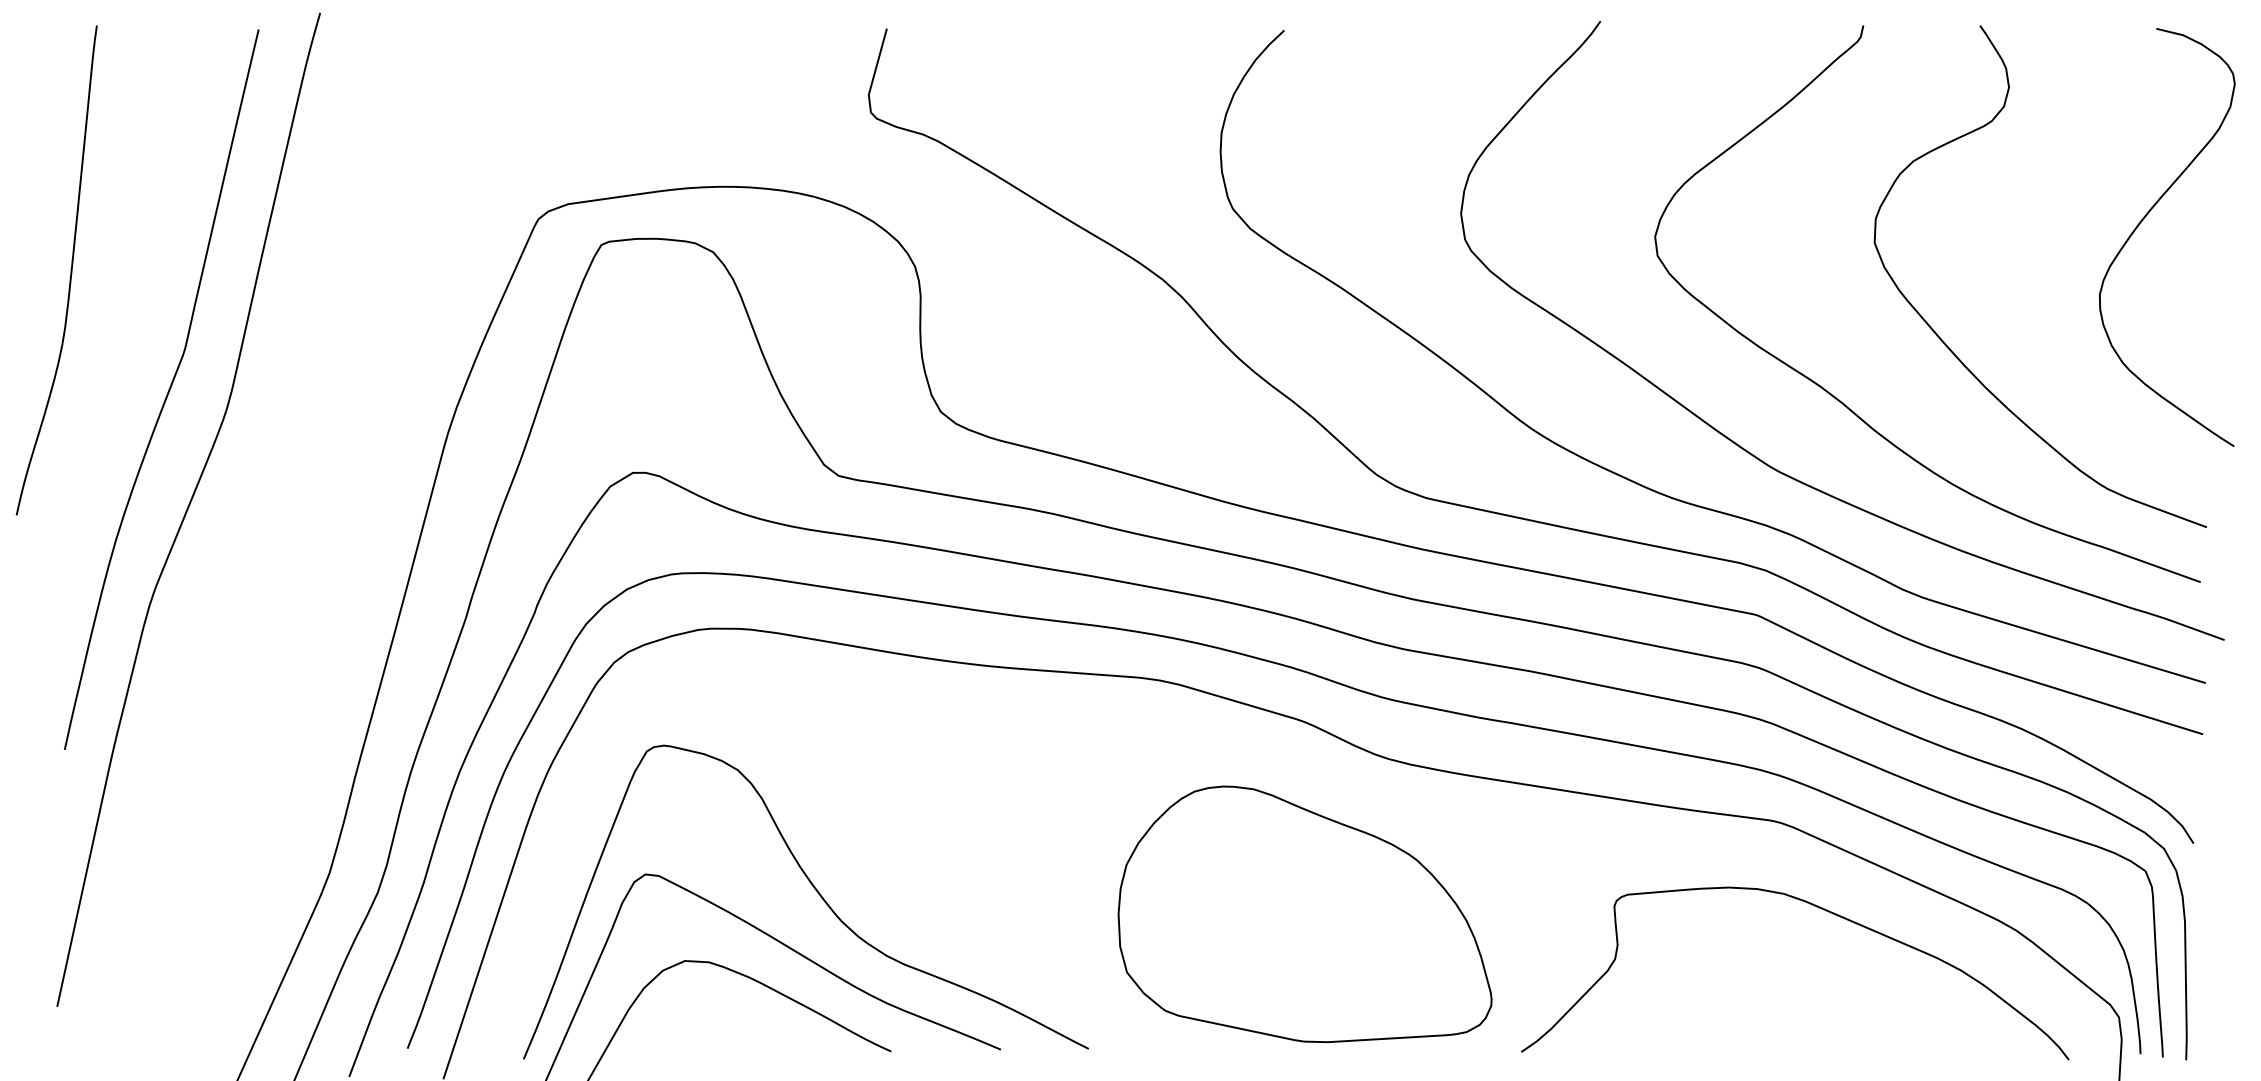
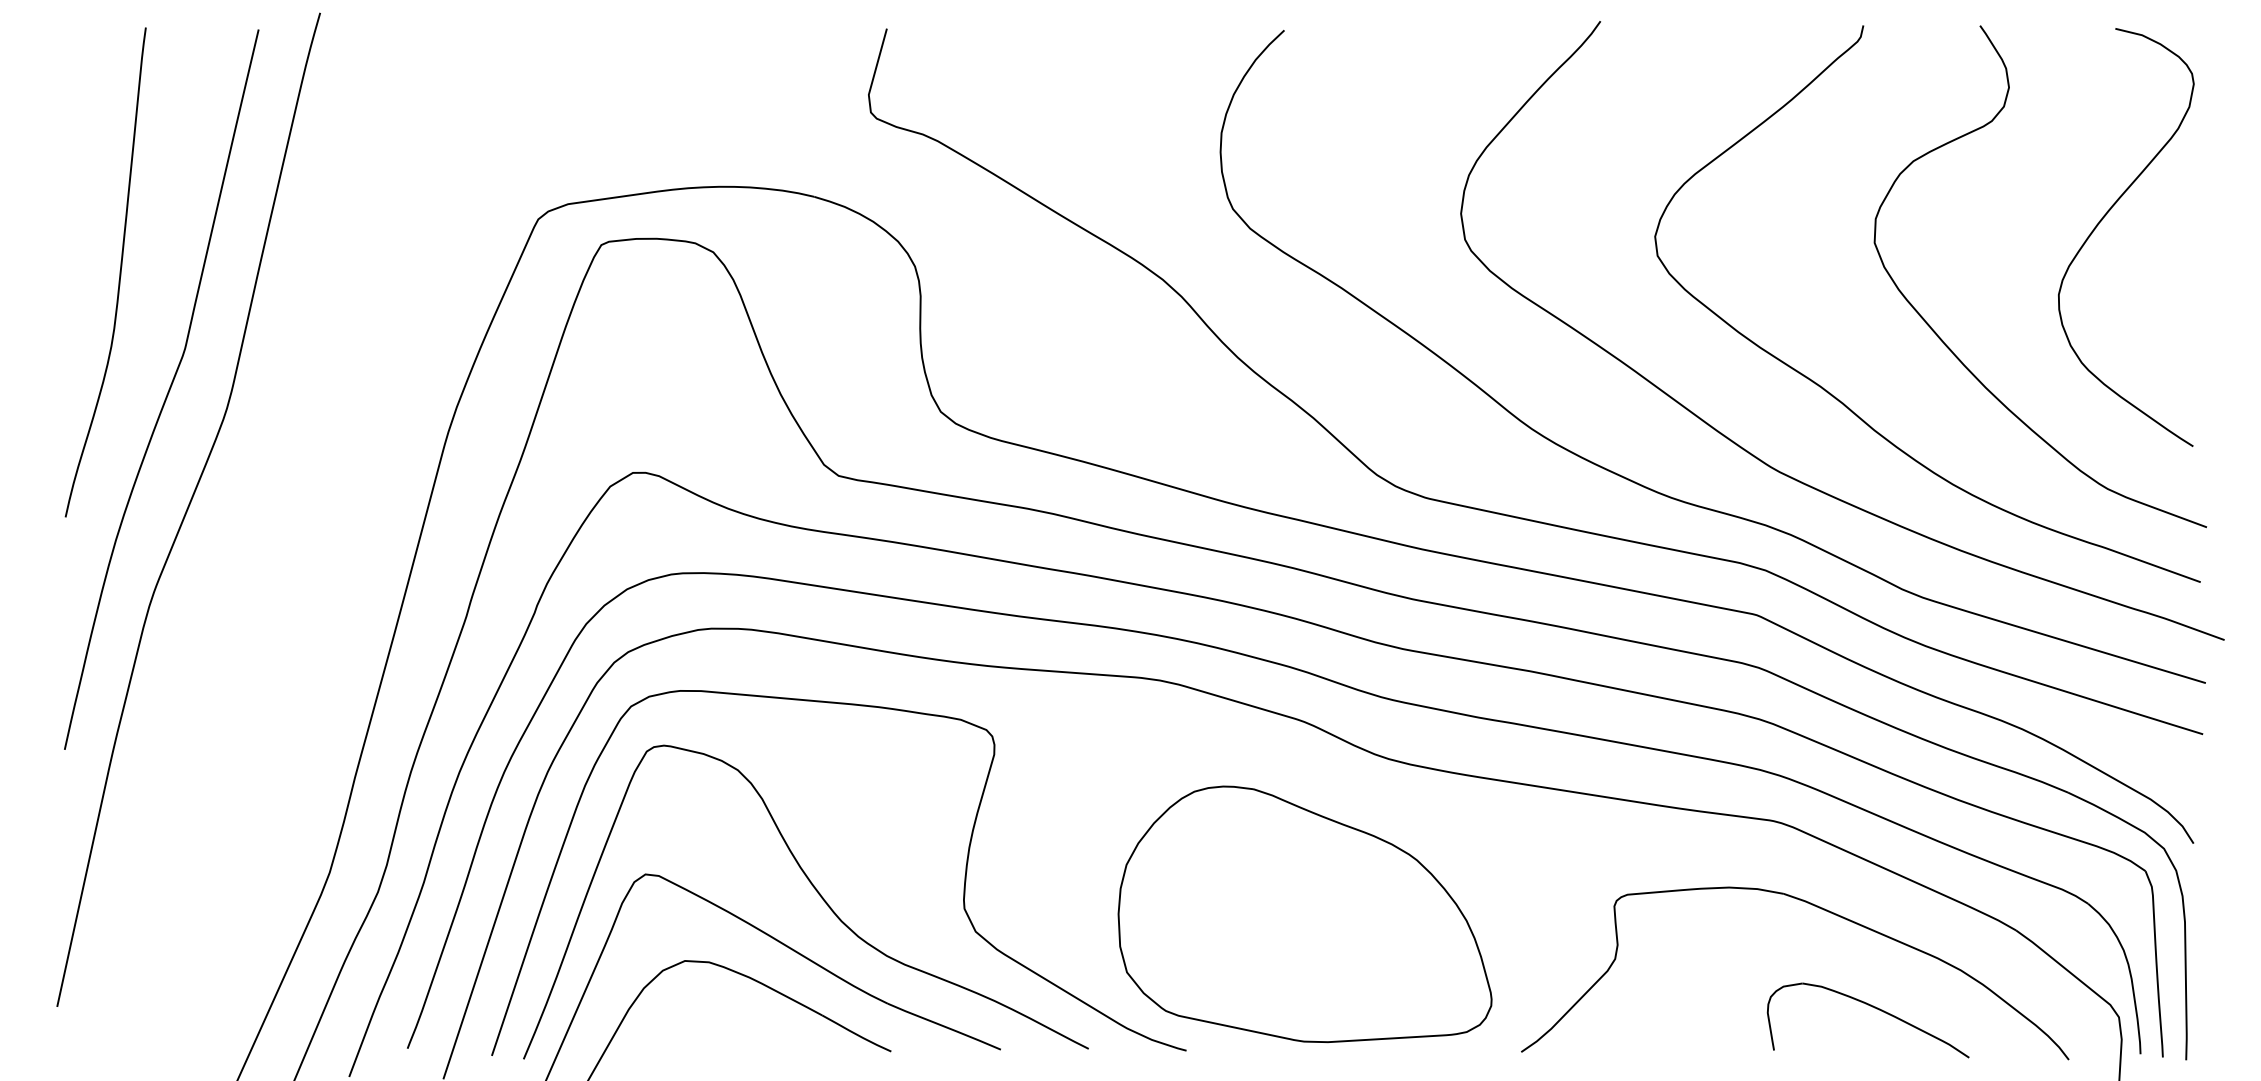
curve at (2143, 220) position: (2143, 220) -> (2102, 220)
curve at (70, 270) position: (70, 270) -> (119, 272)
curve at (963, 887): none -> present
part at (1874, 1008): none -> present
